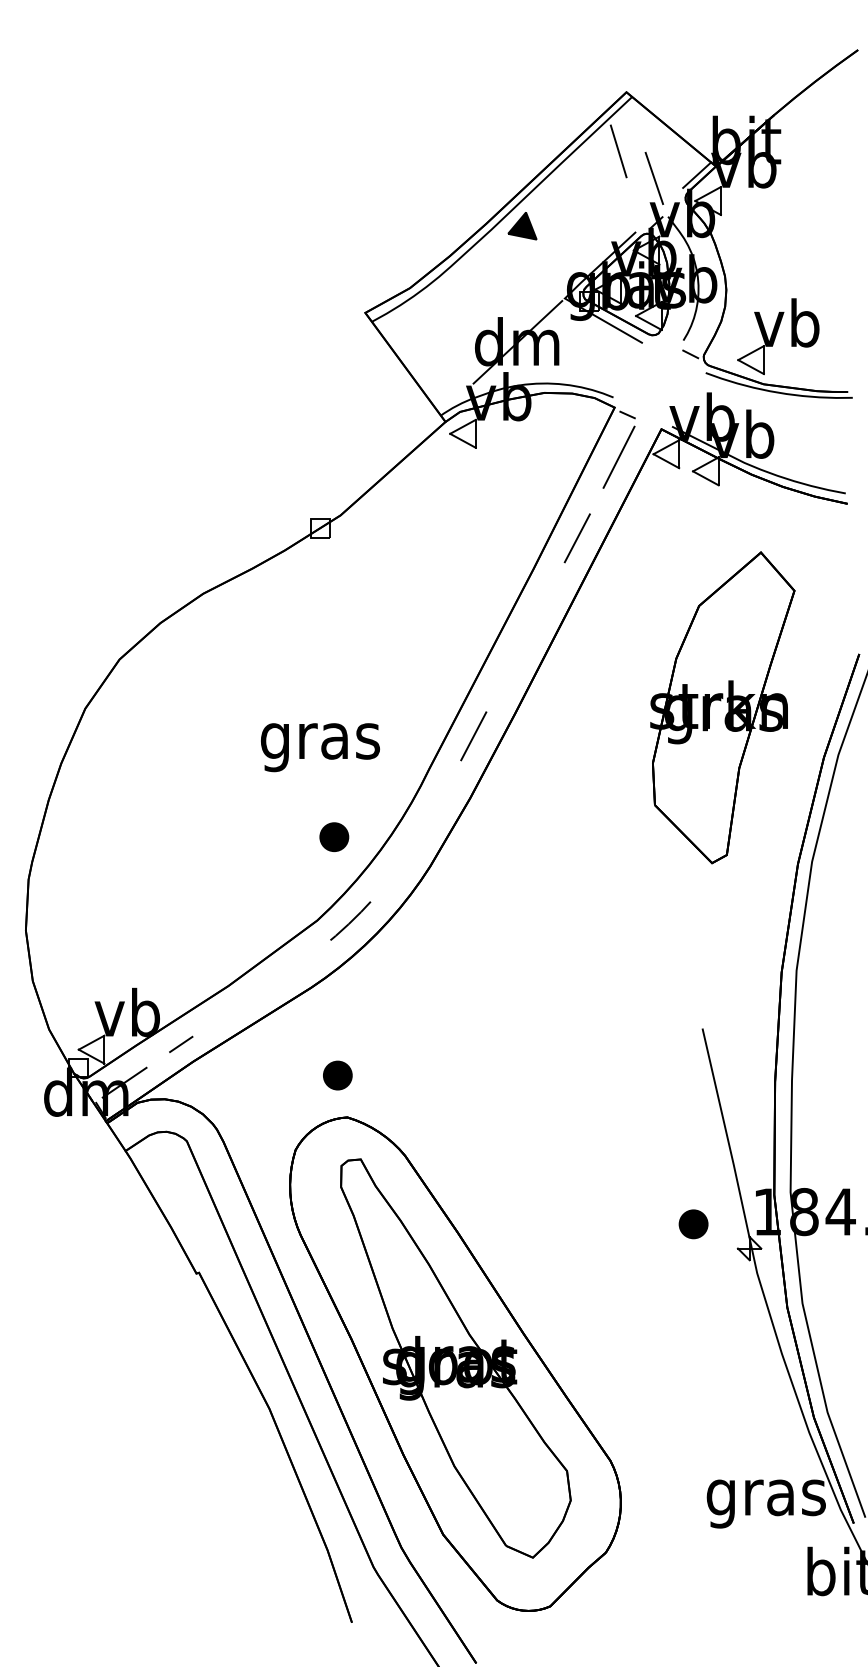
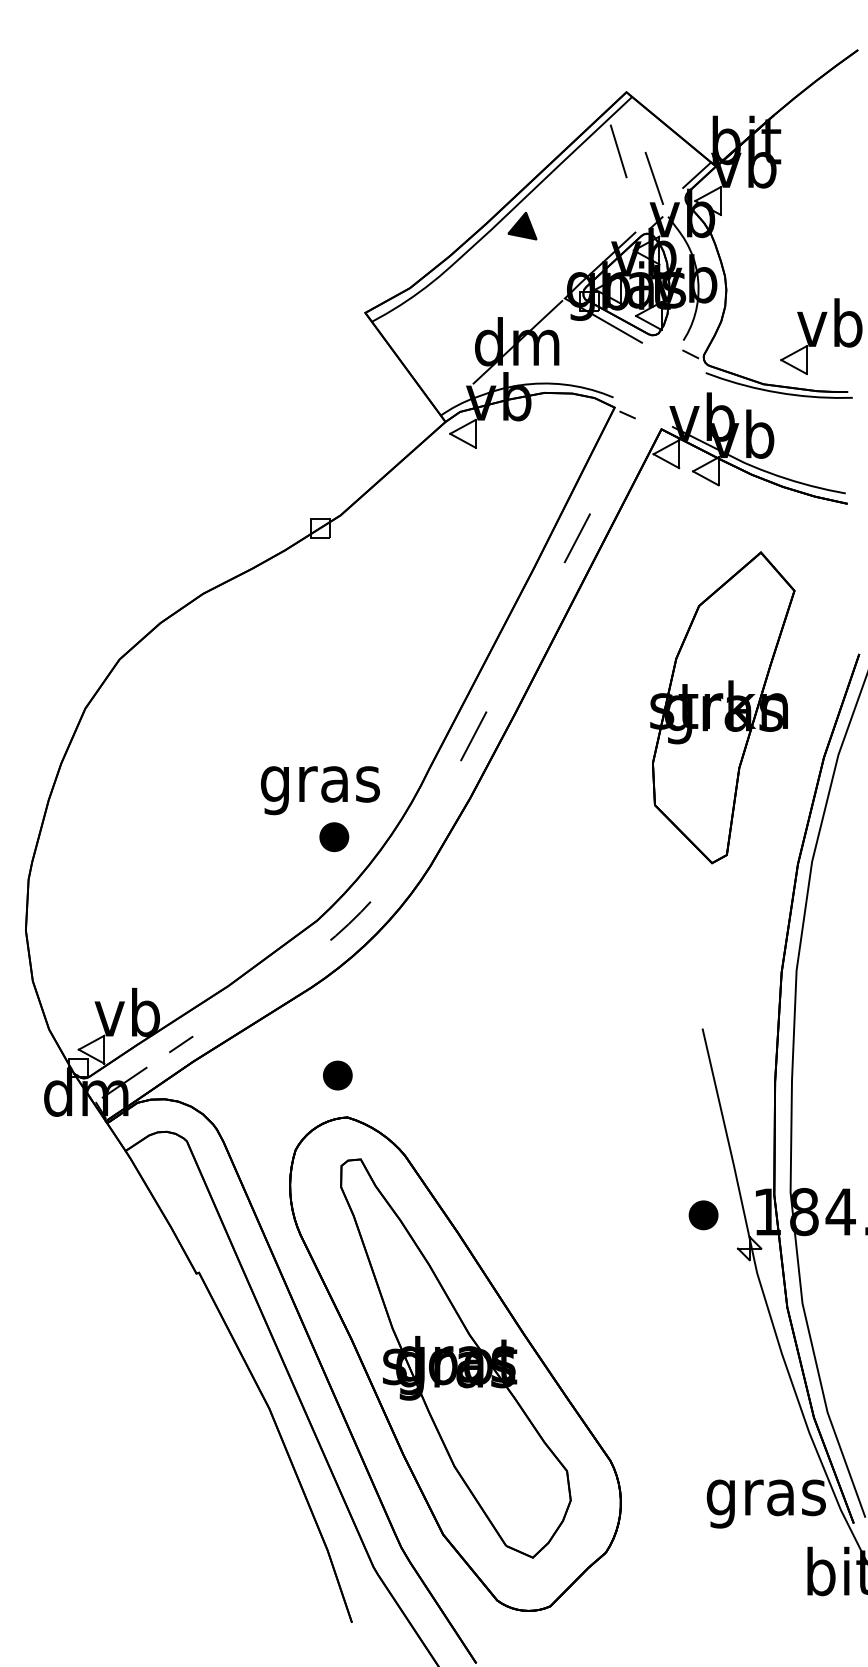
part at (778, 336) position: (778, 336) -> (821, 336)
line at (618, 456): present -> none
text at (320, 747) position: (320, 747) -> (320, 790)
part at (693, 1224) position: (693, 1224) -> (703, 1215)
